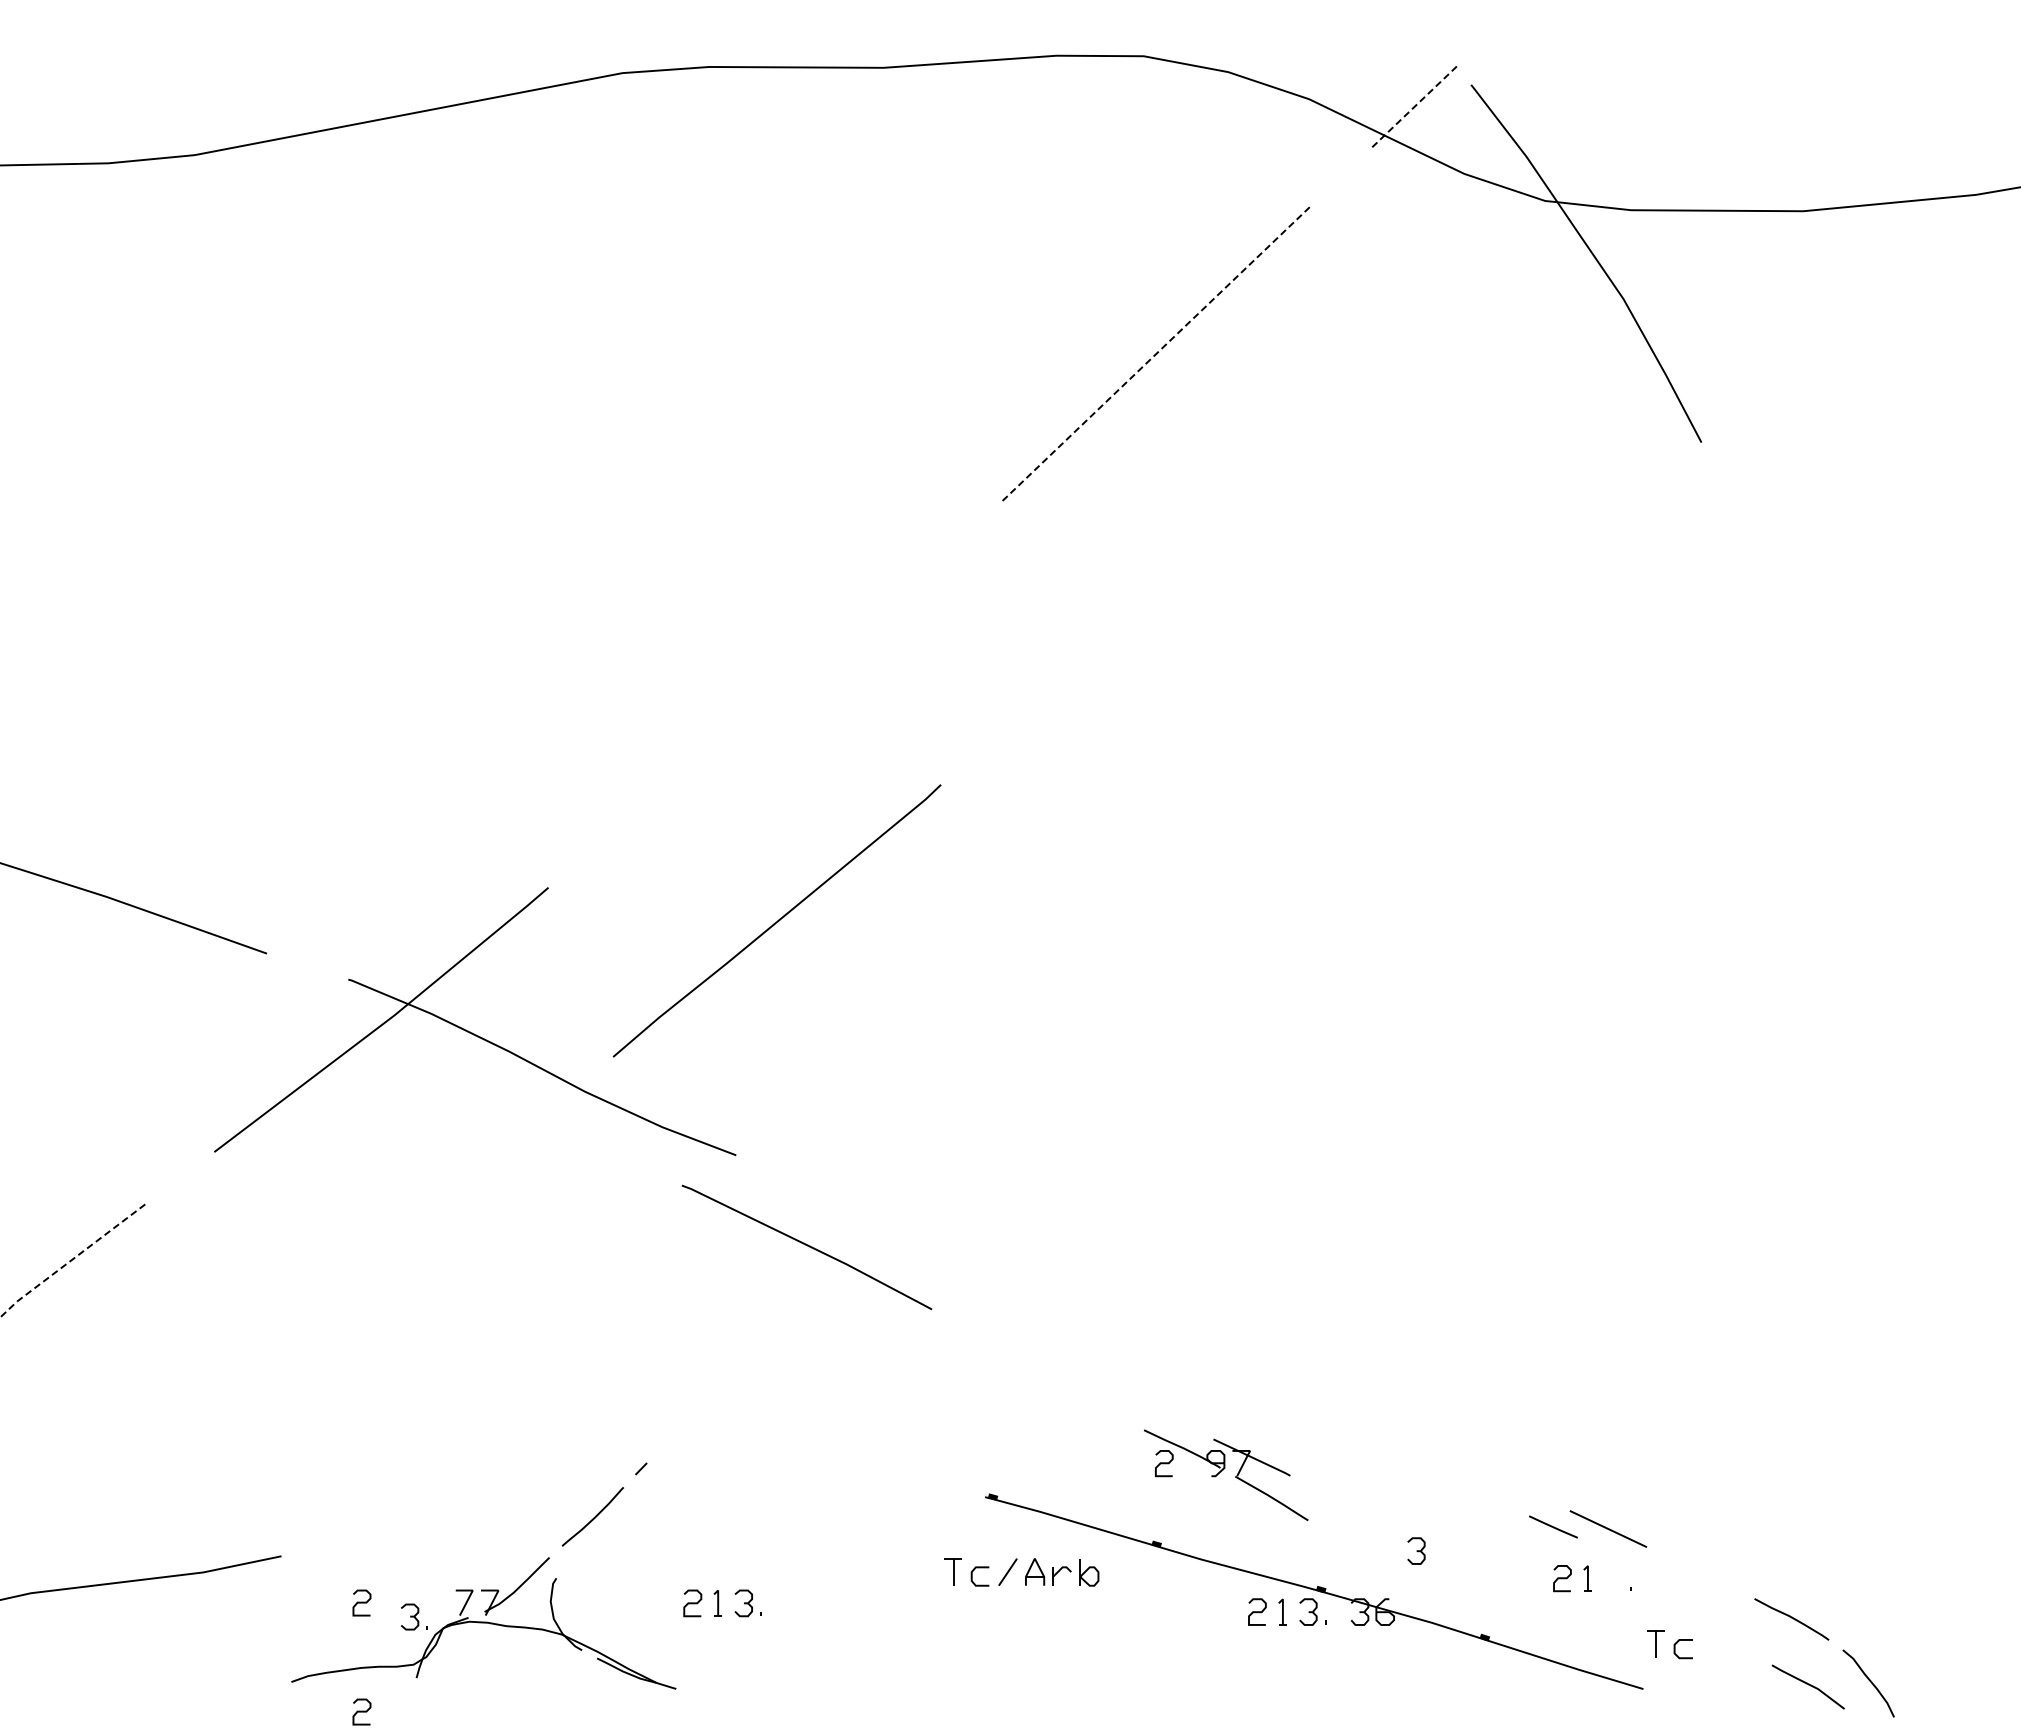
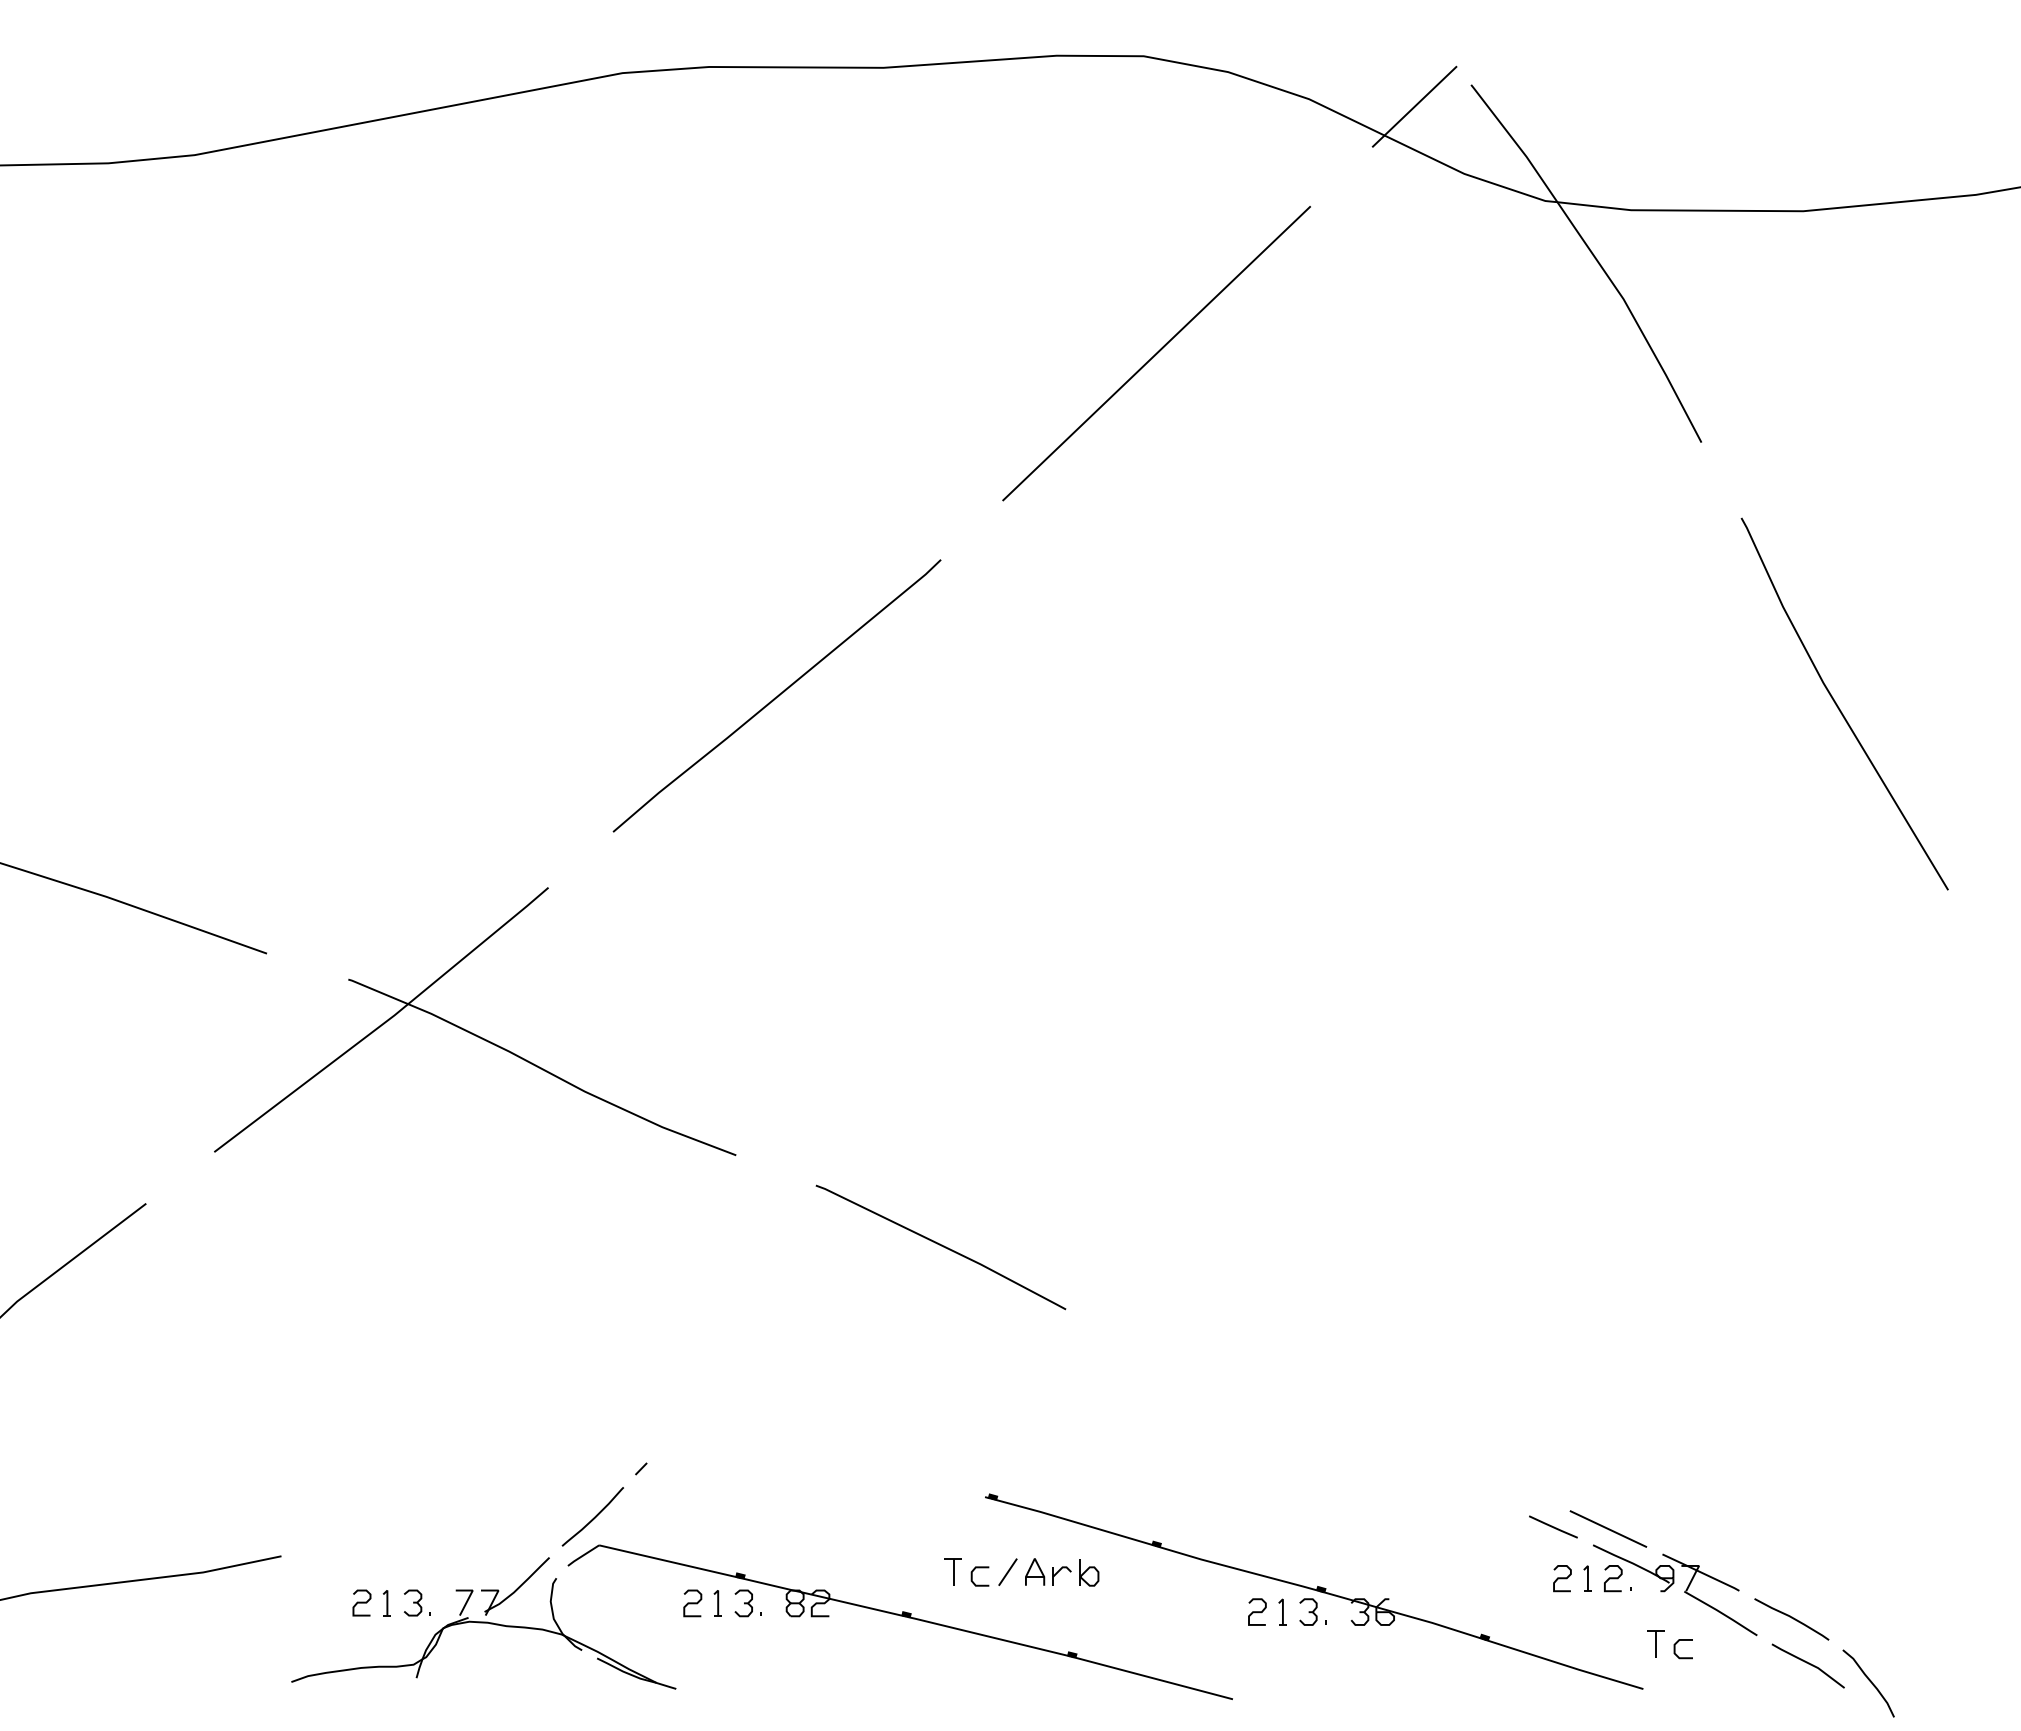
line at (1413, 107): dashed -> solid
line at (1157, 353): dashed -> solid
curve at (1838, 705): none -> present
curve at (777, 920) position: (777, 920) -> (777, 695)
curve at (807, 1246) position: (807, 1246) -> (941, 1246)
line at (72, 1259): dashed -> solid
part at (1226, 1475) position: (1226, 1475) -> (1675, 1590)
part at (1416, 1550): present -> none
part at (386, 1603): none -> present
part at (414, 1616) position: (414, 1616) -> (417, 1602)
part at (899, 1621): none -> present
curve at (1808, 1685) position: (1808, 1685) -> (1808, 1664)
curve at (361, 1711): present -> none
